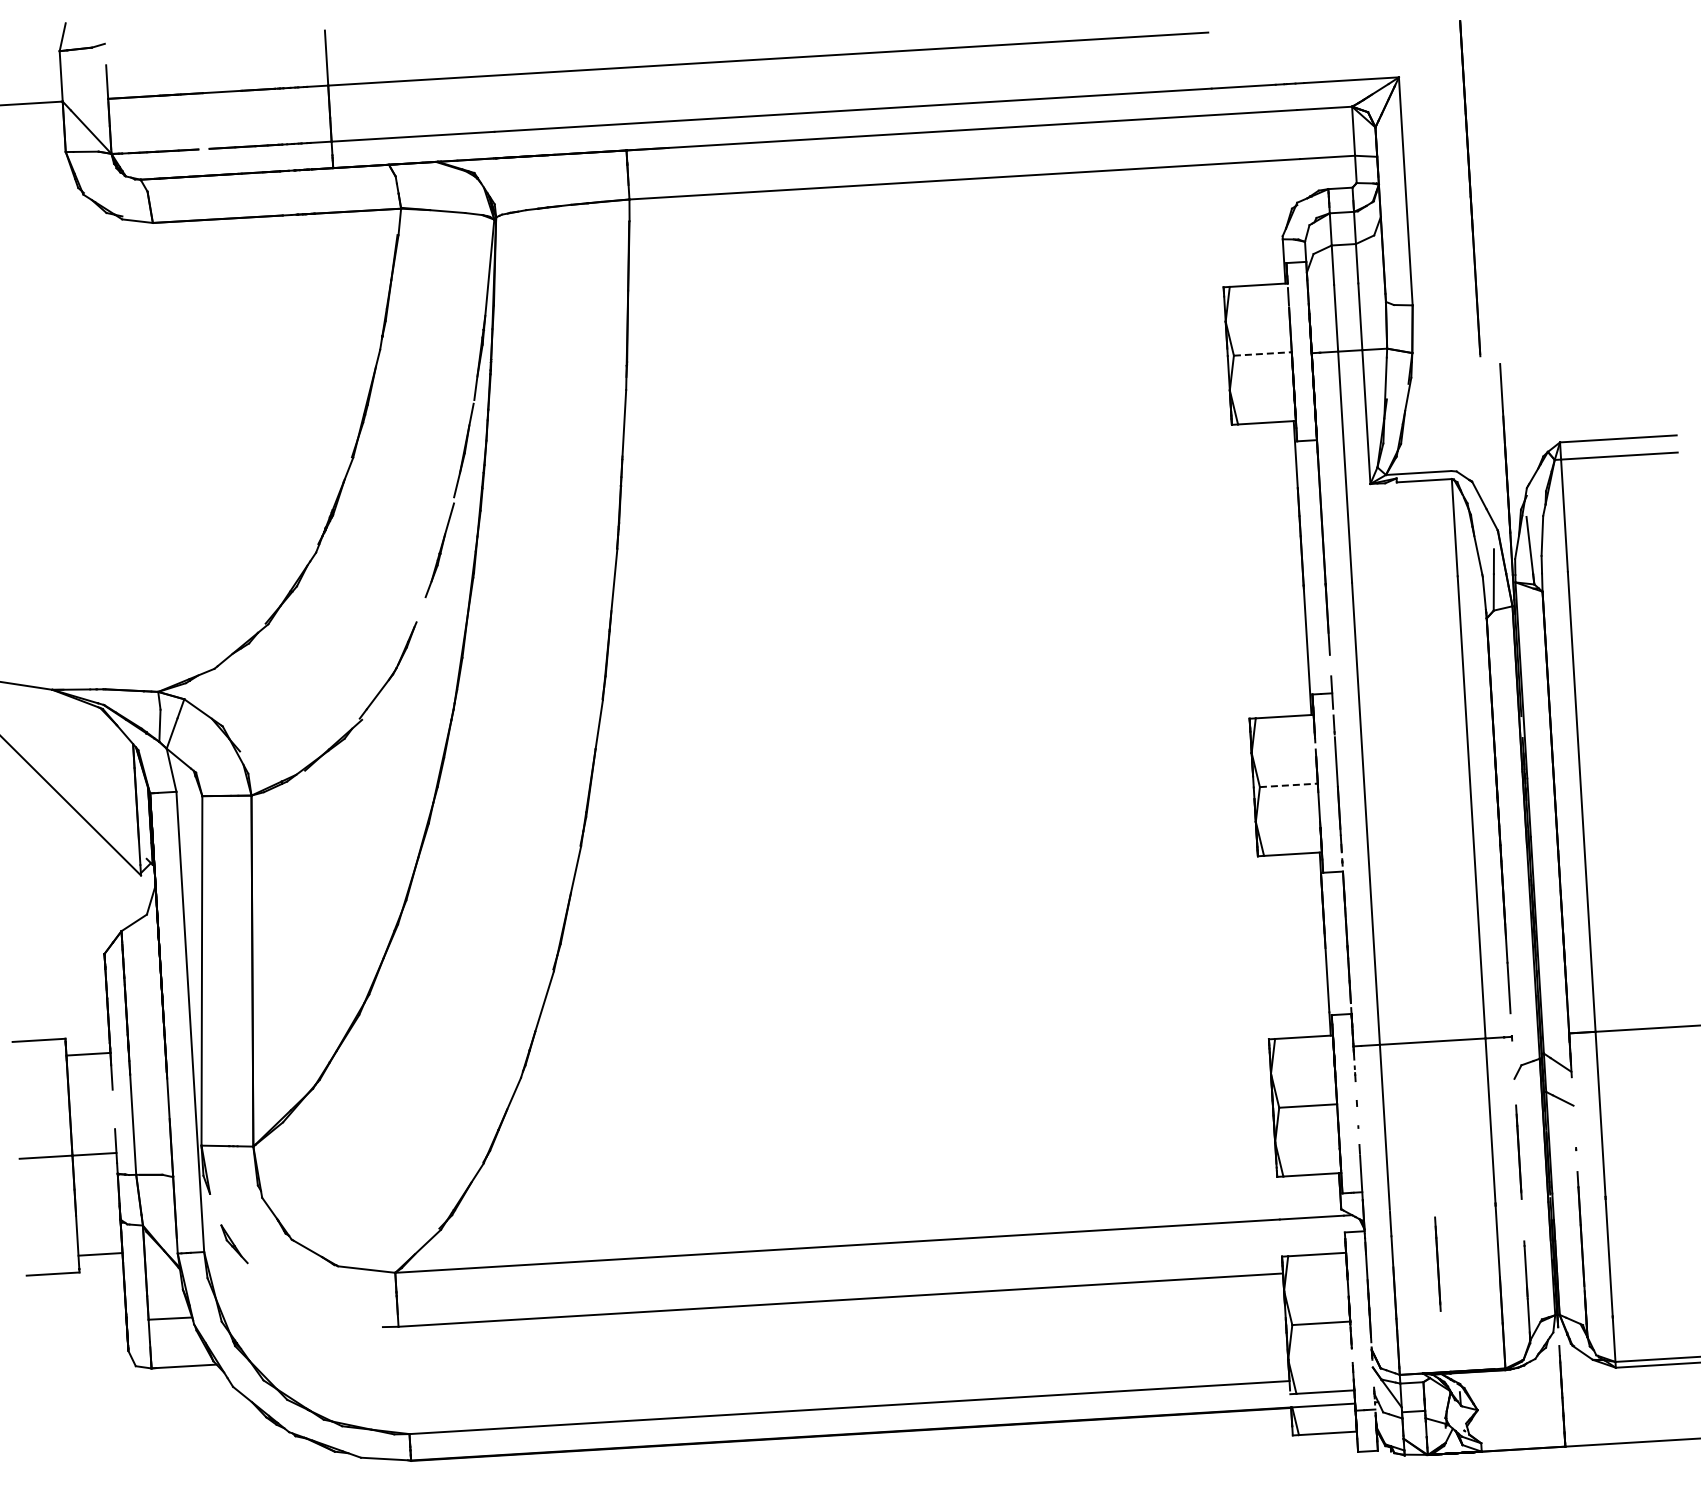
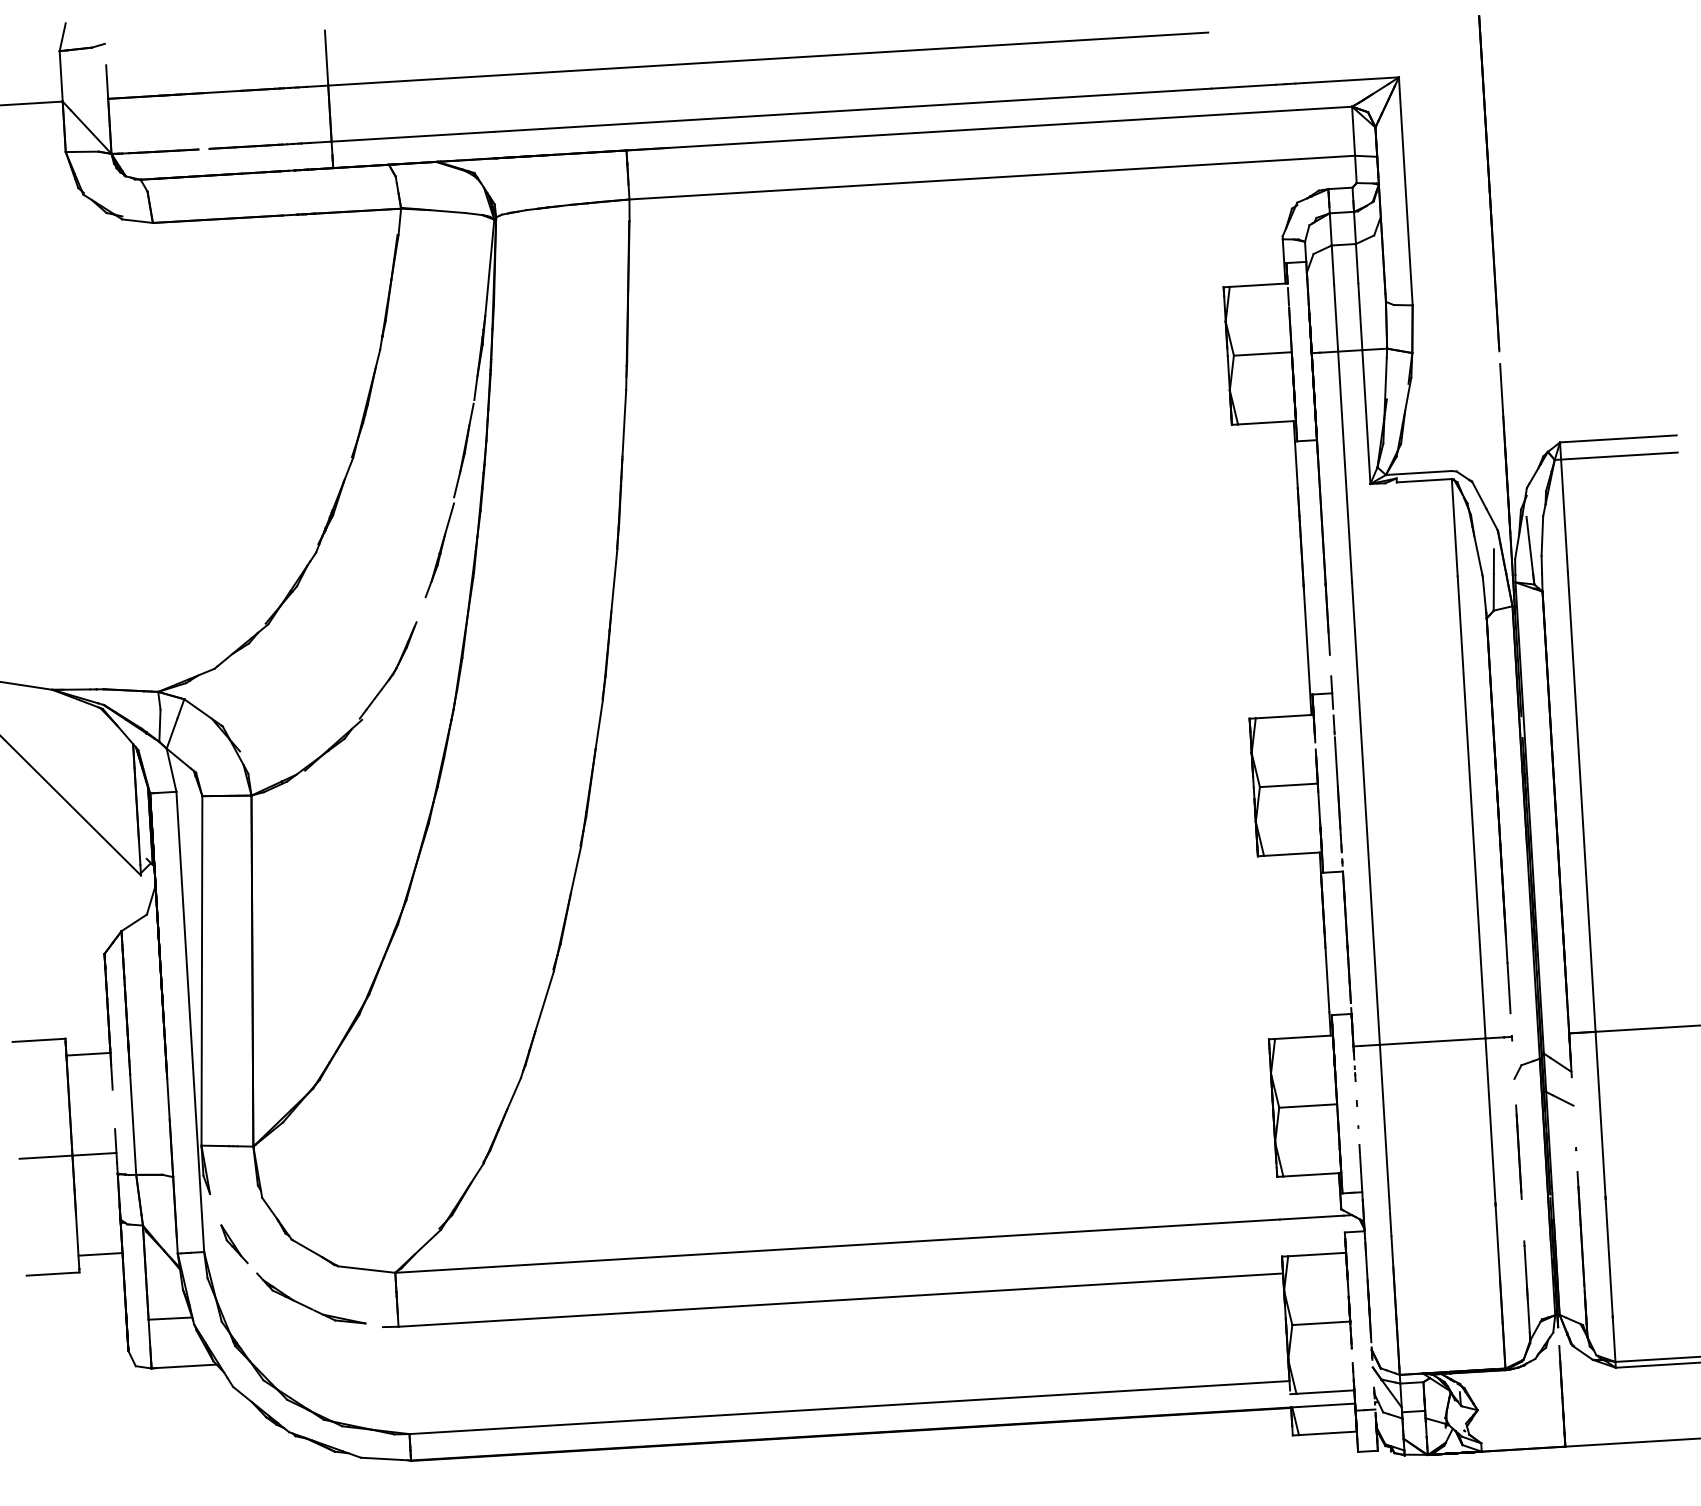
line at (1470, 188) position: (1470, 188) -> (1489, 183)
line at (1262, 353): dashed -> solid
line at (1289, 785): dashed -> solid
line at (1437, 1263): present -> none
part at (308, 1306): none -> present
